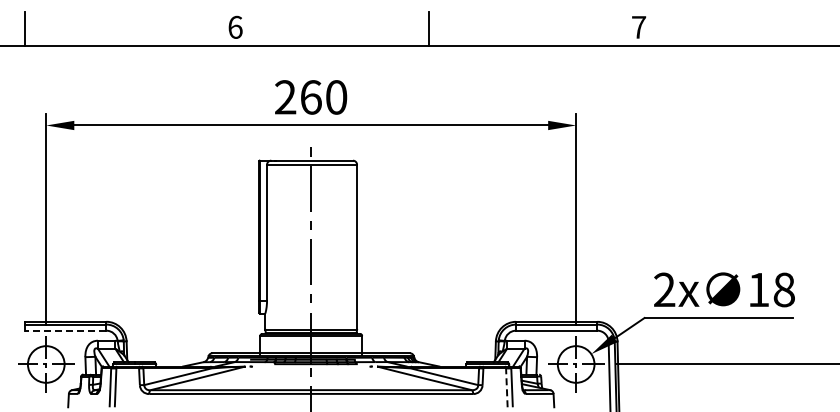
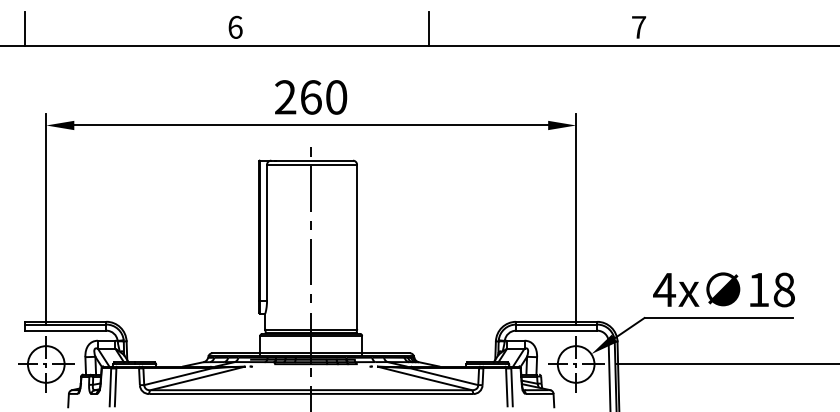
text at (664, 289): 2x -> 4x
line at (65, 330): dashed -> solid
line at (506, 386): dashed -> solid
